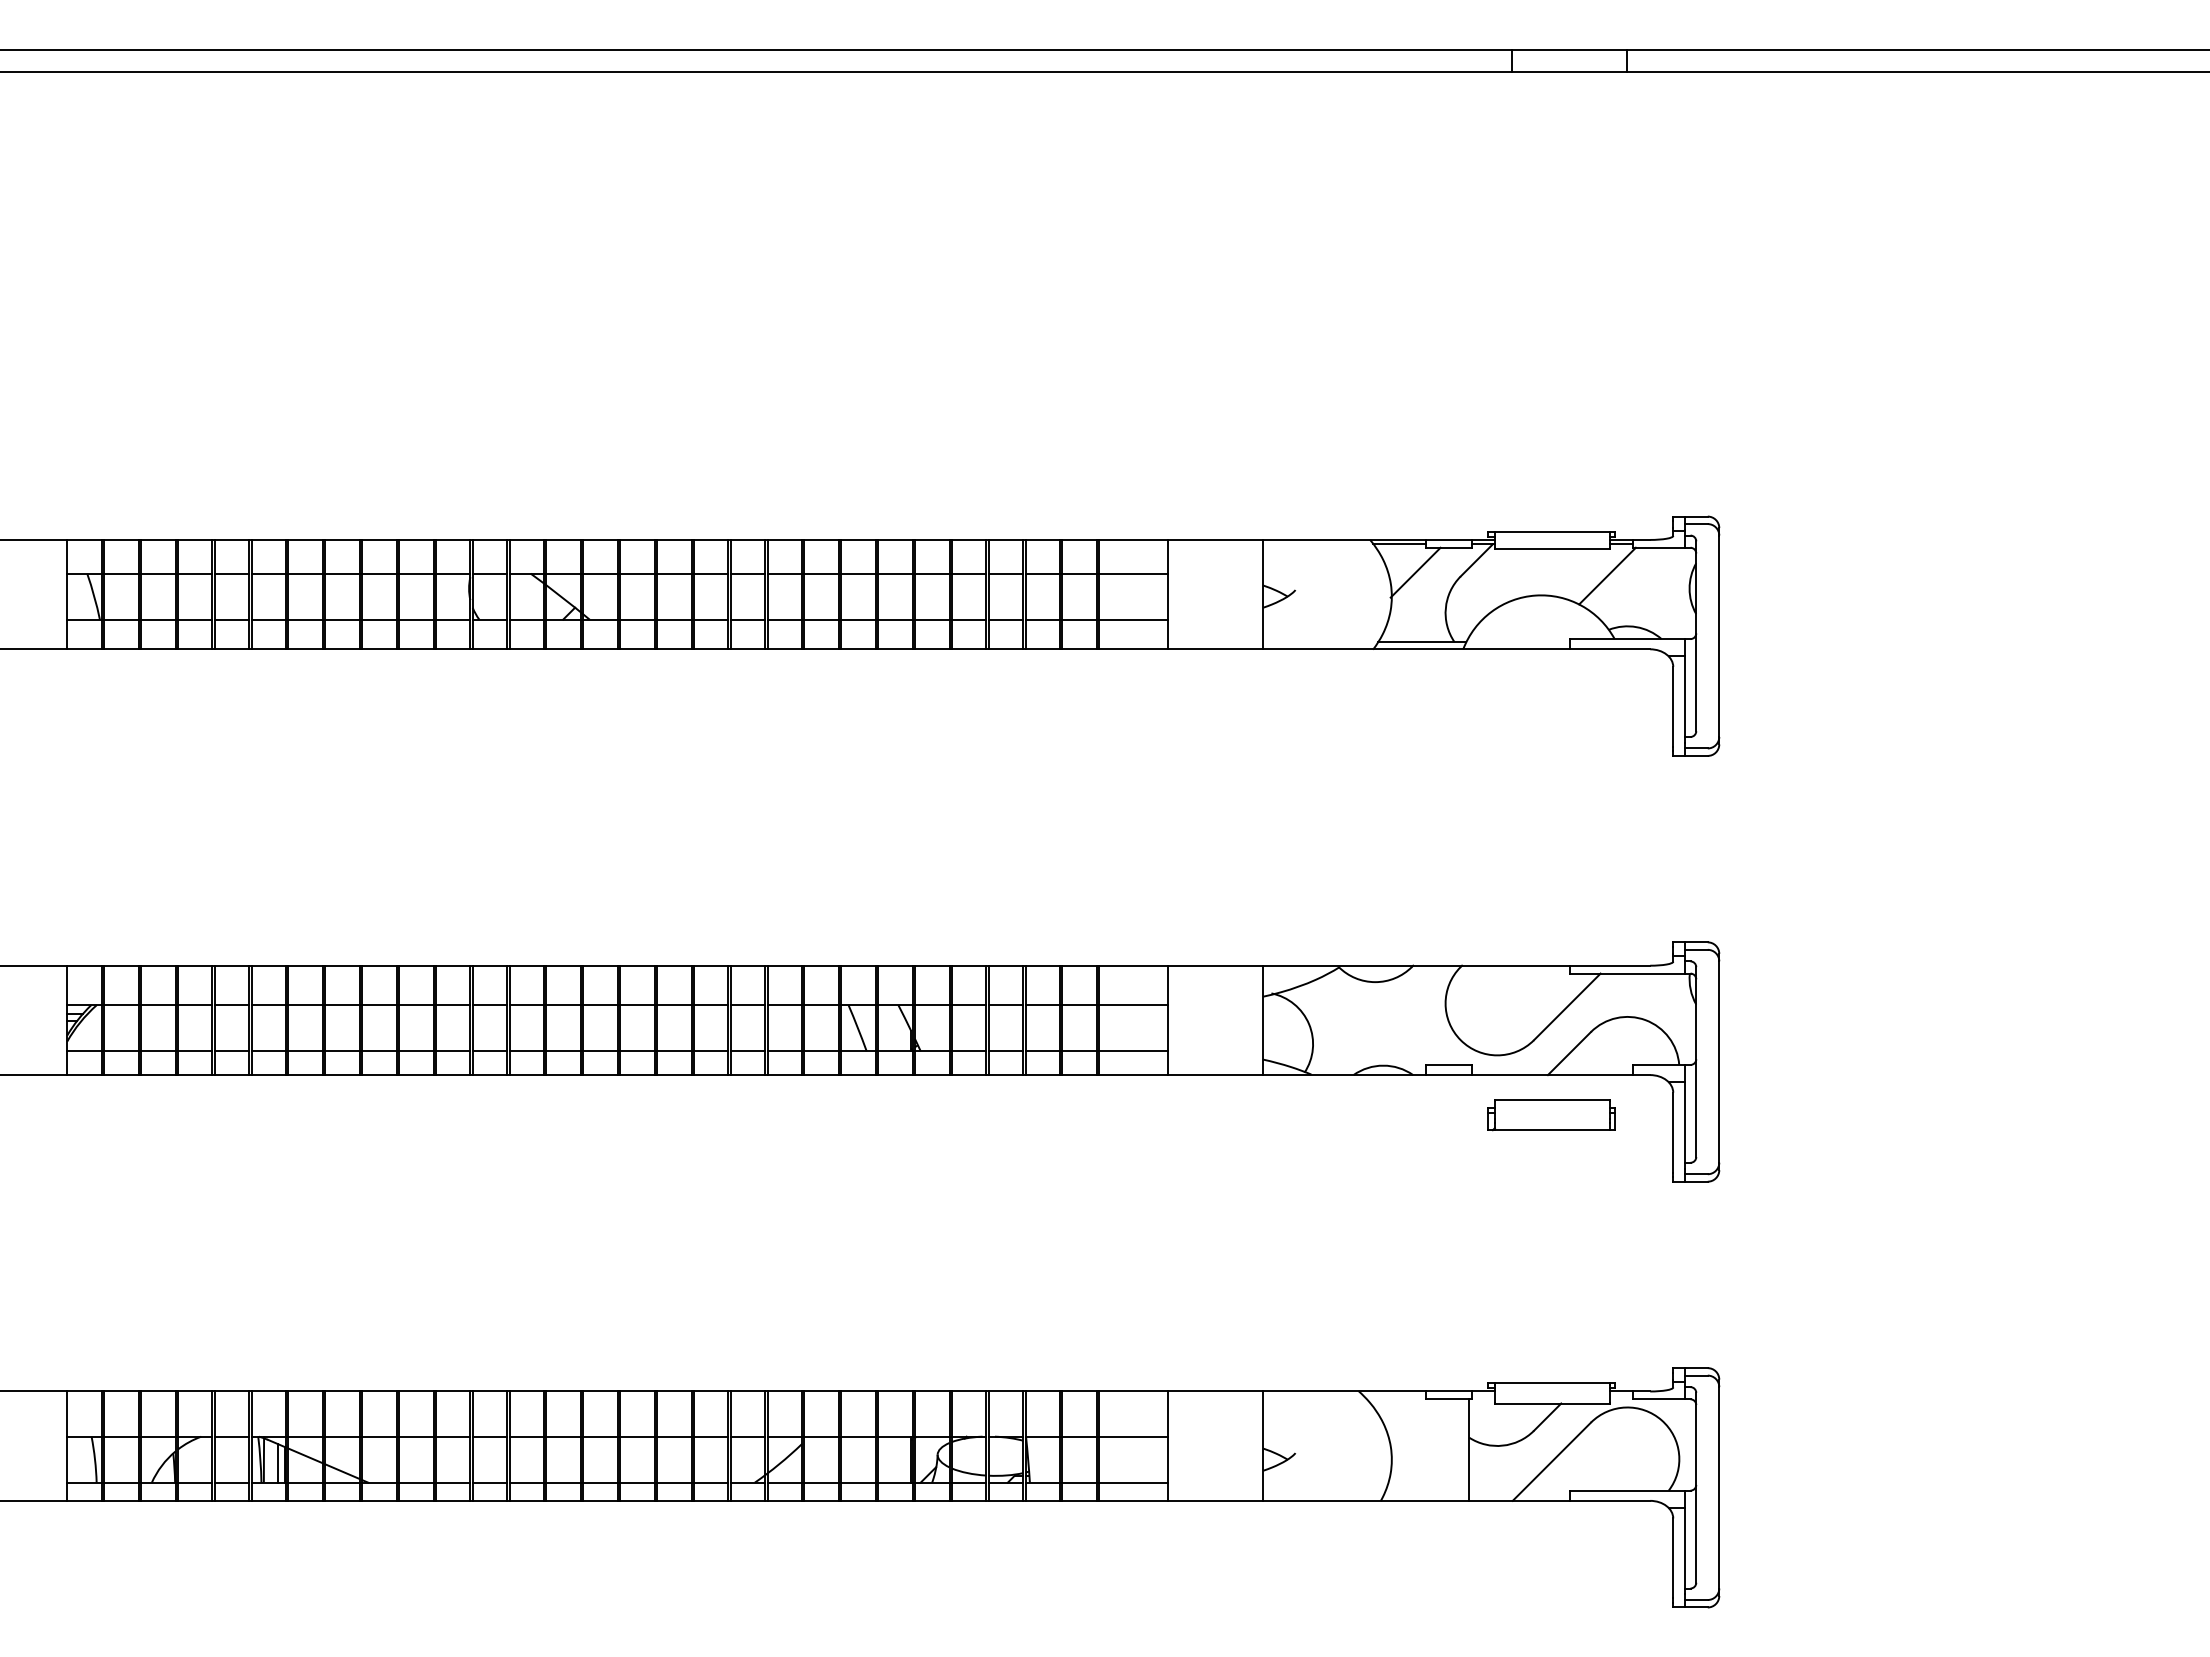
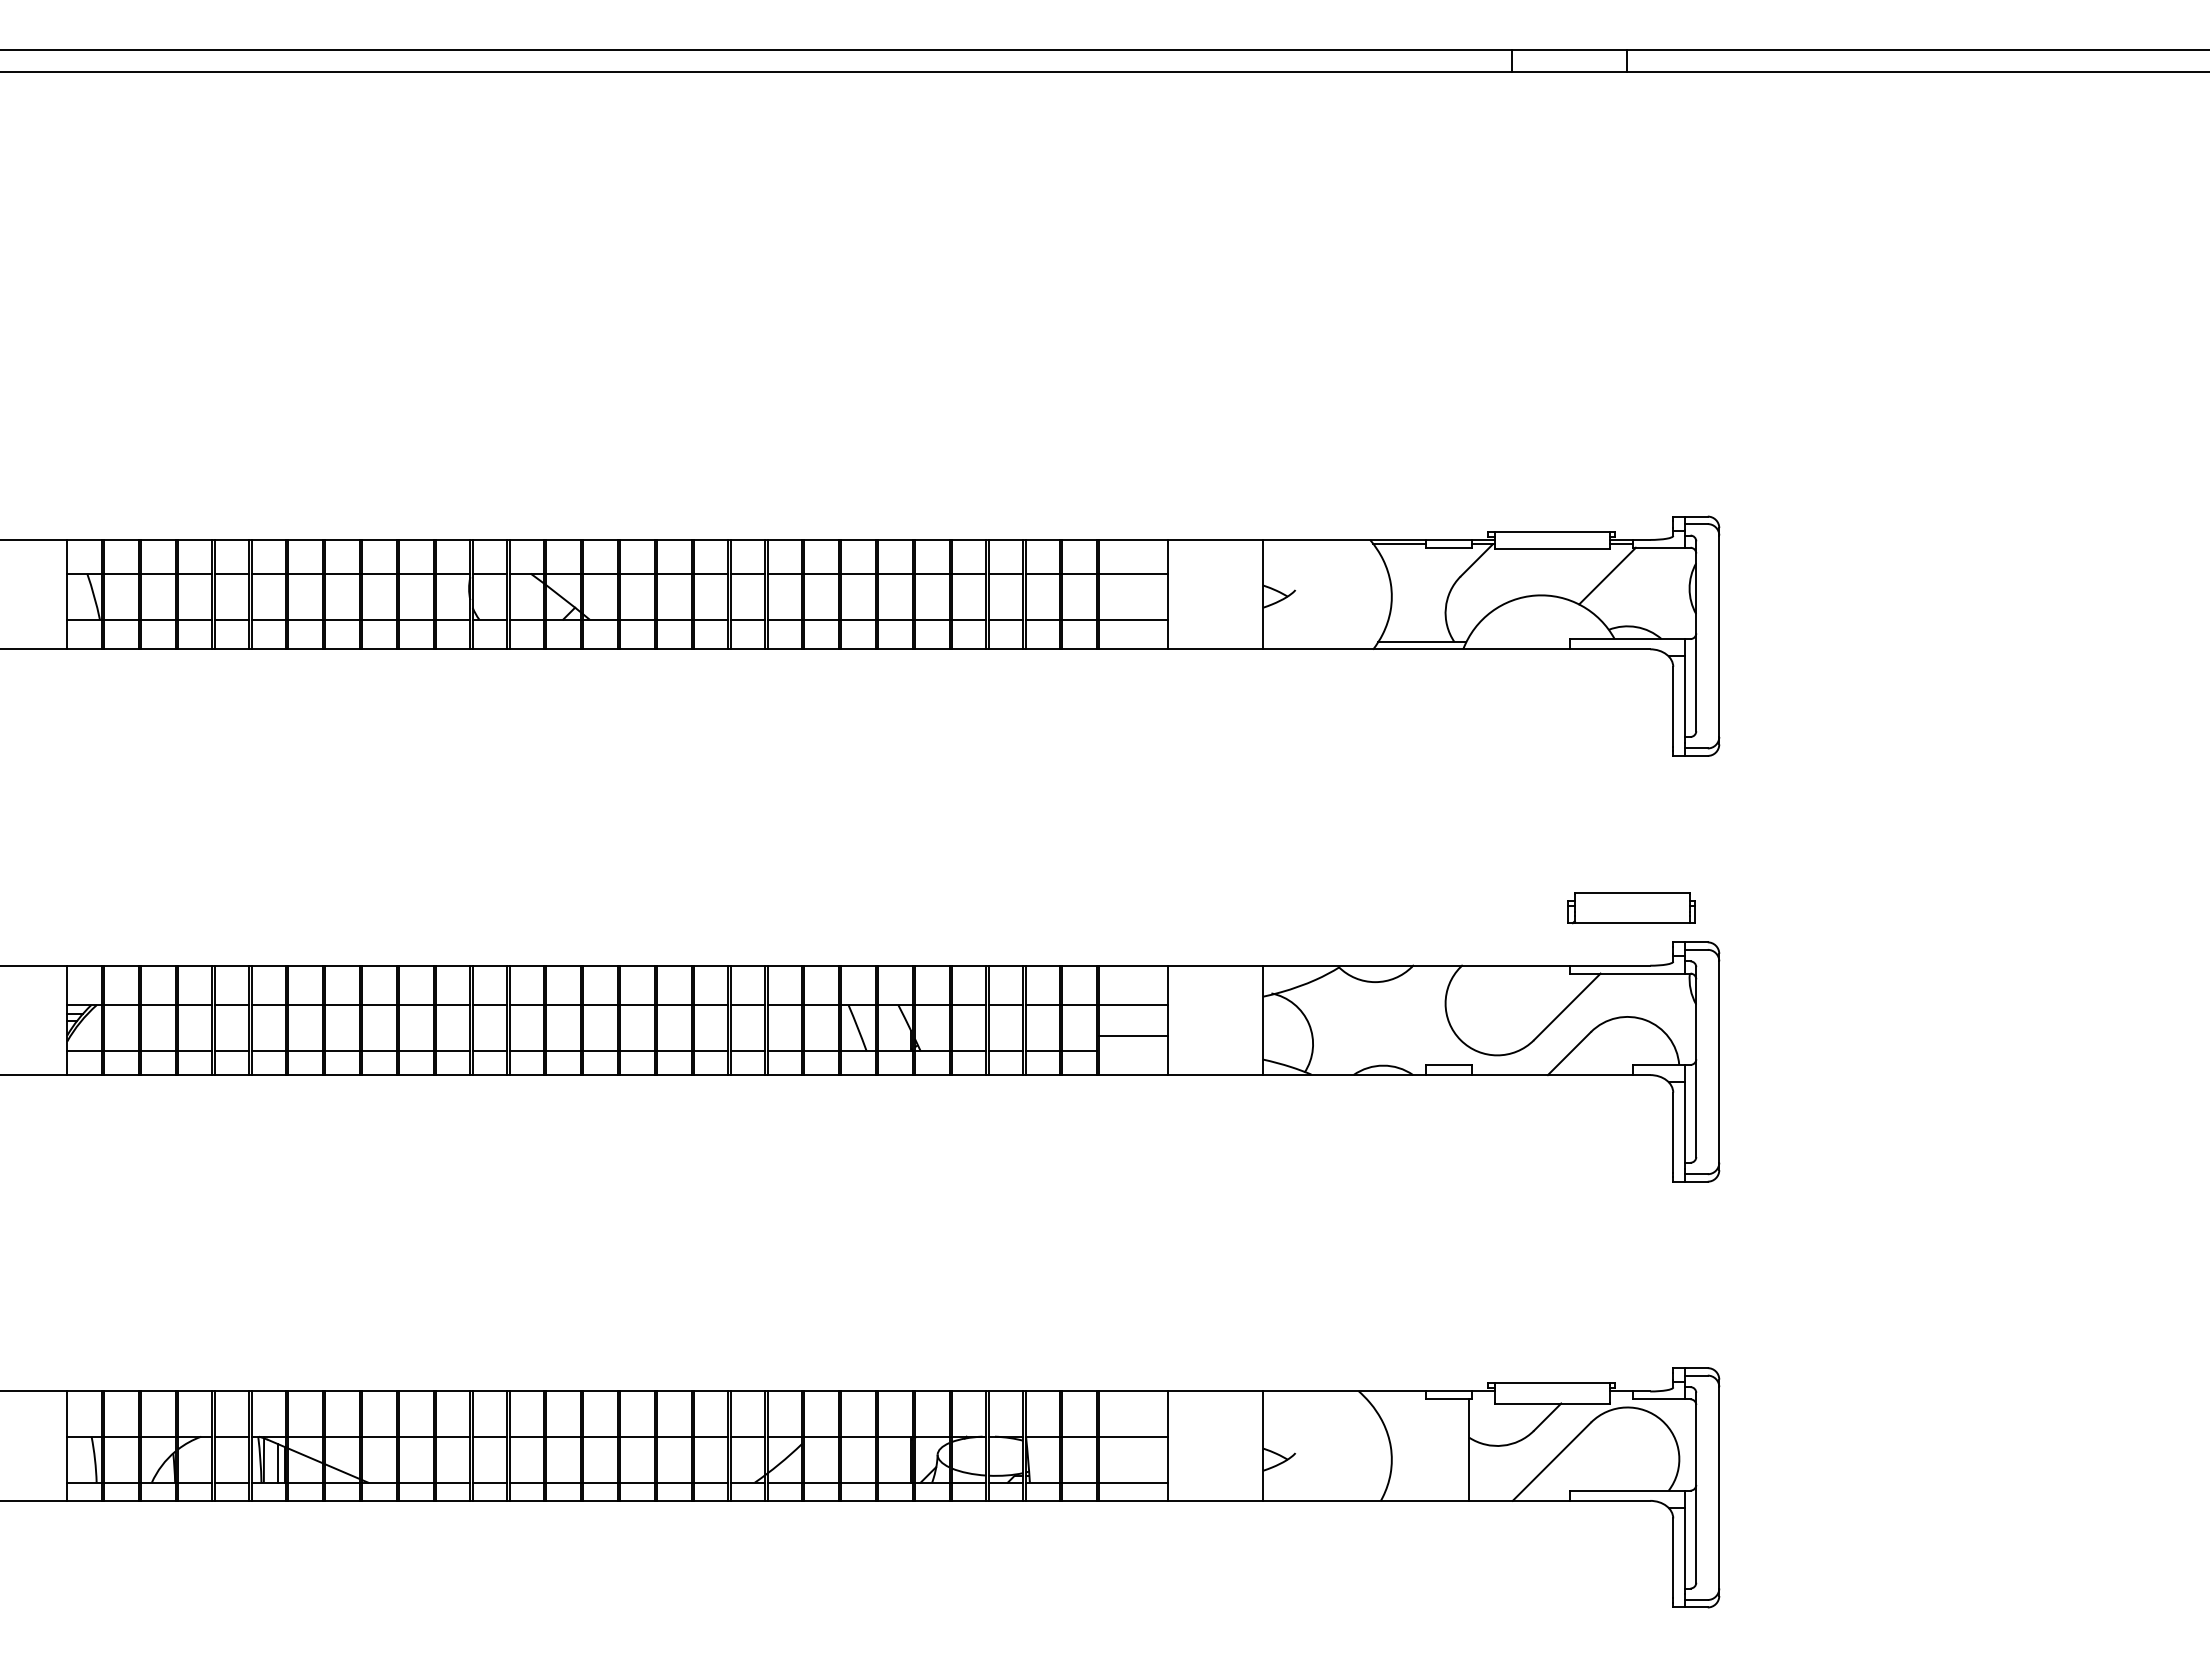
line at (1415, 572): present -> none
line at (1133, 1051) position: (1133, 1051) -> (1133, 1036)
part at (1551, 1115) position: (1551, 1115) -> (1631, 908)
